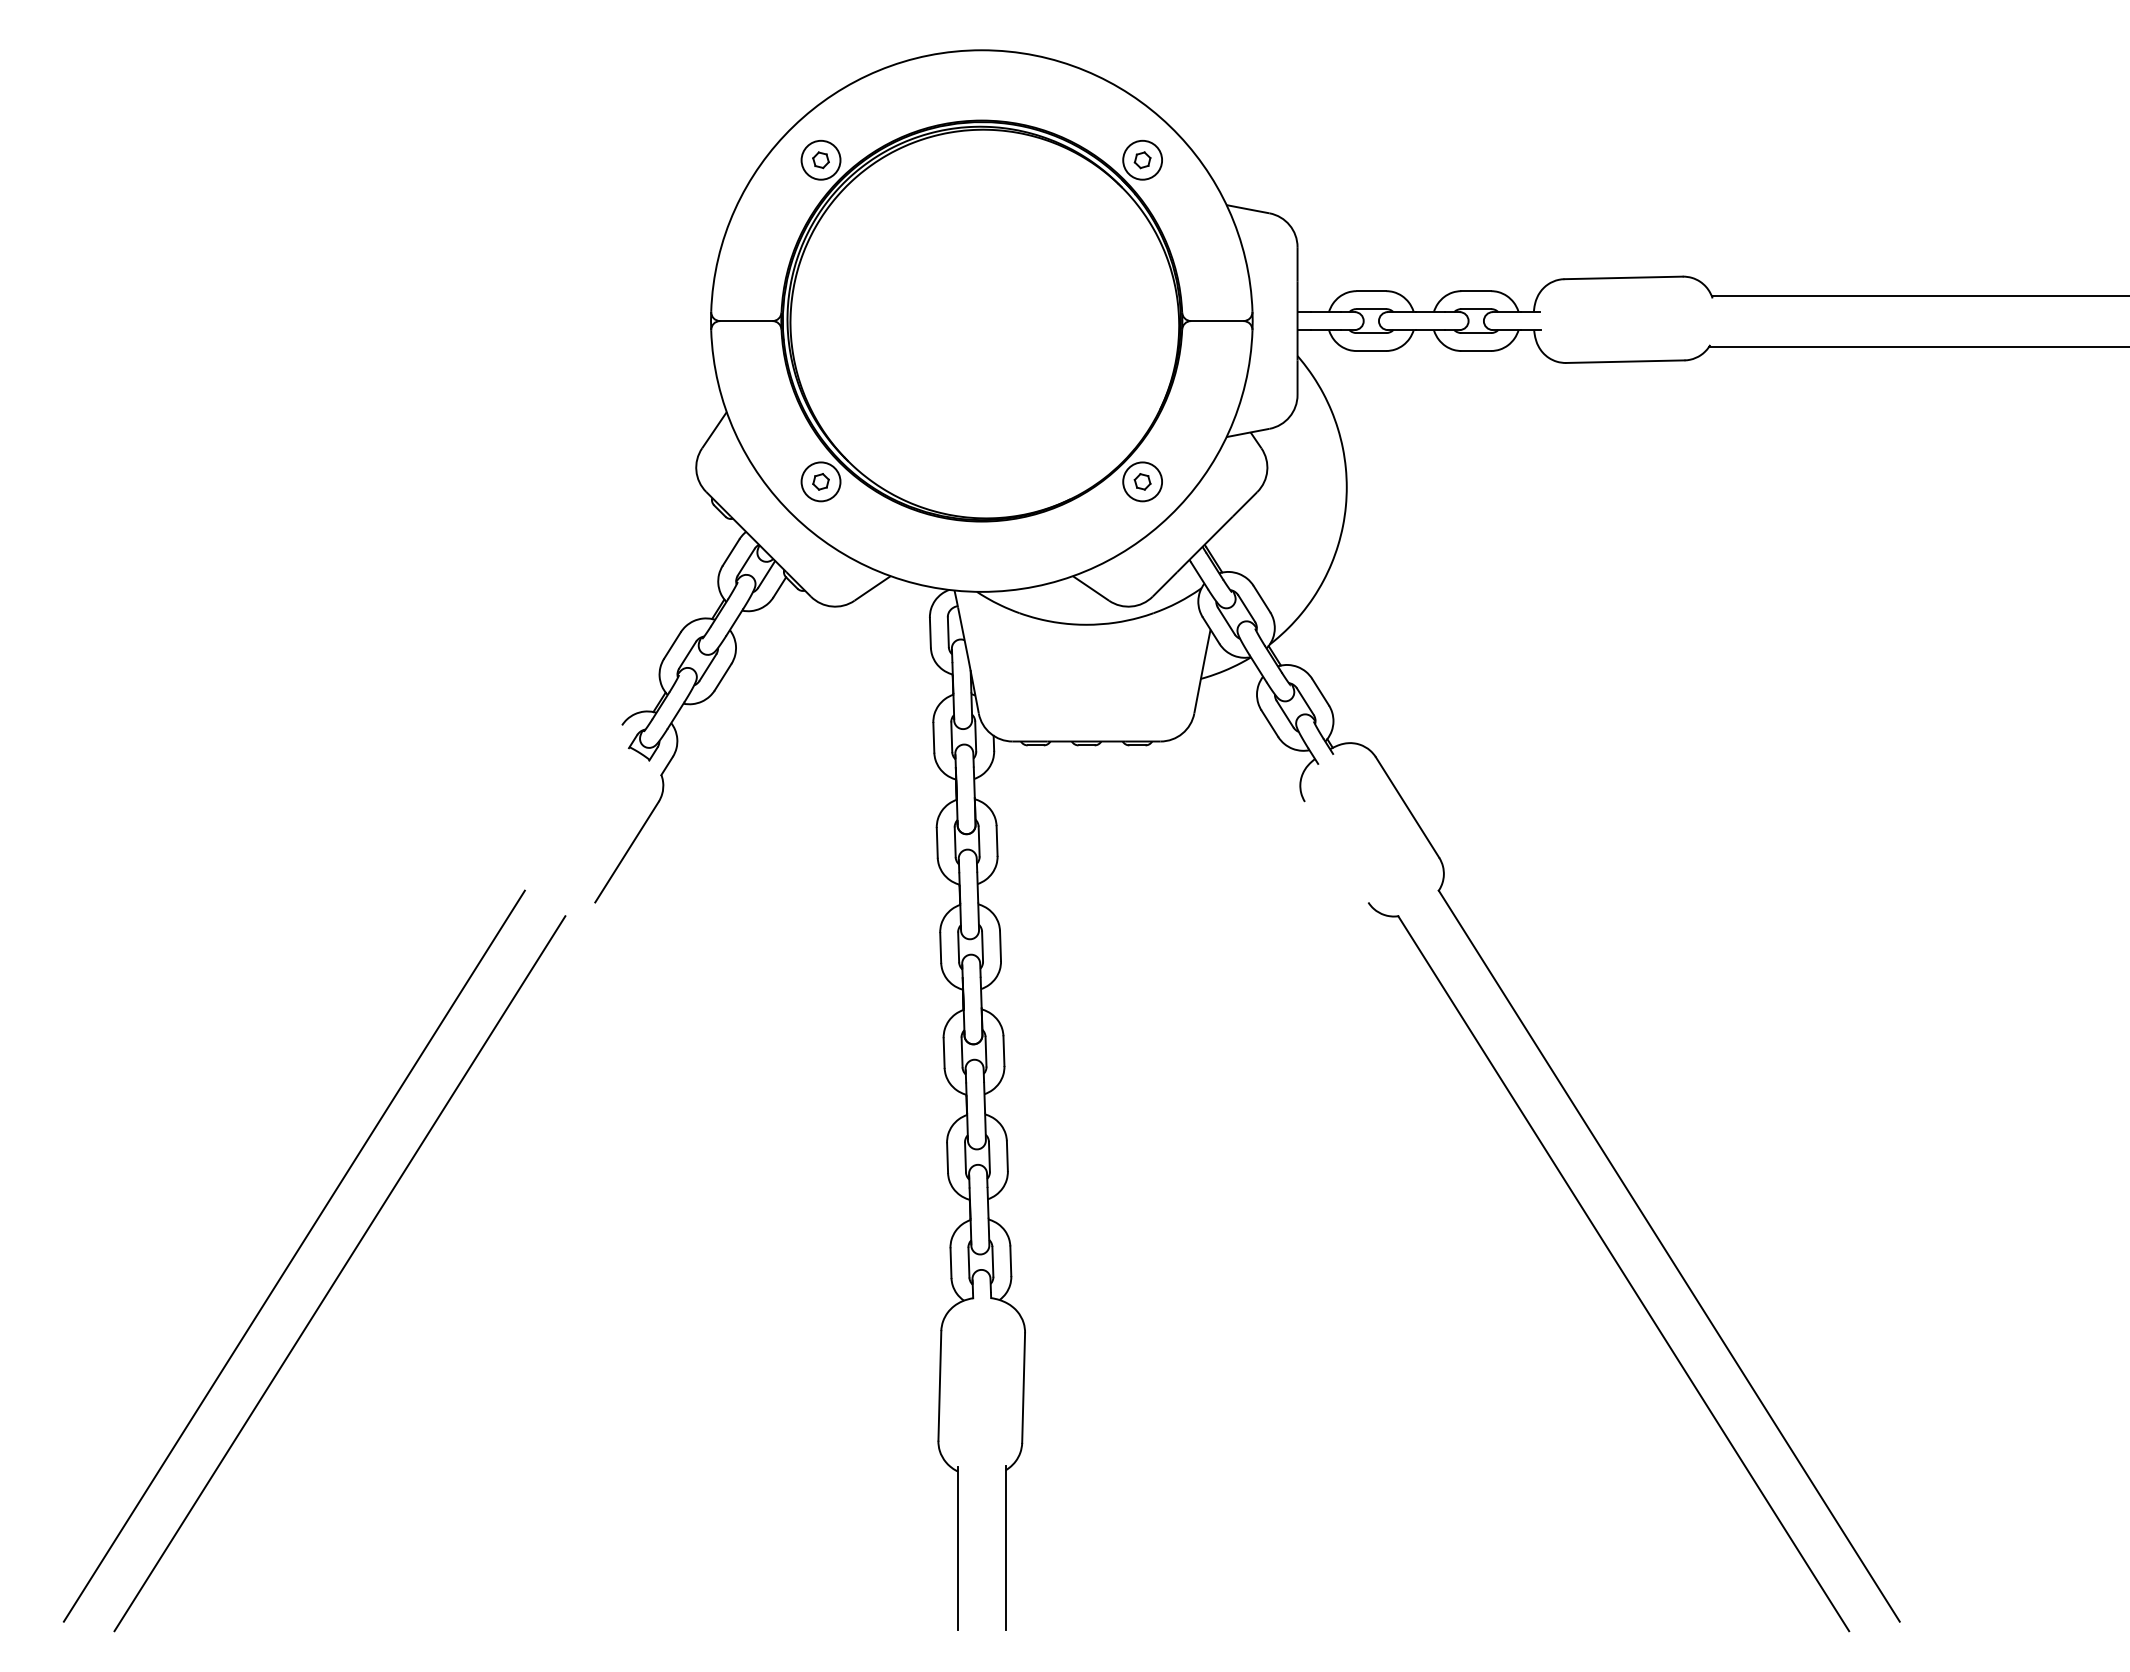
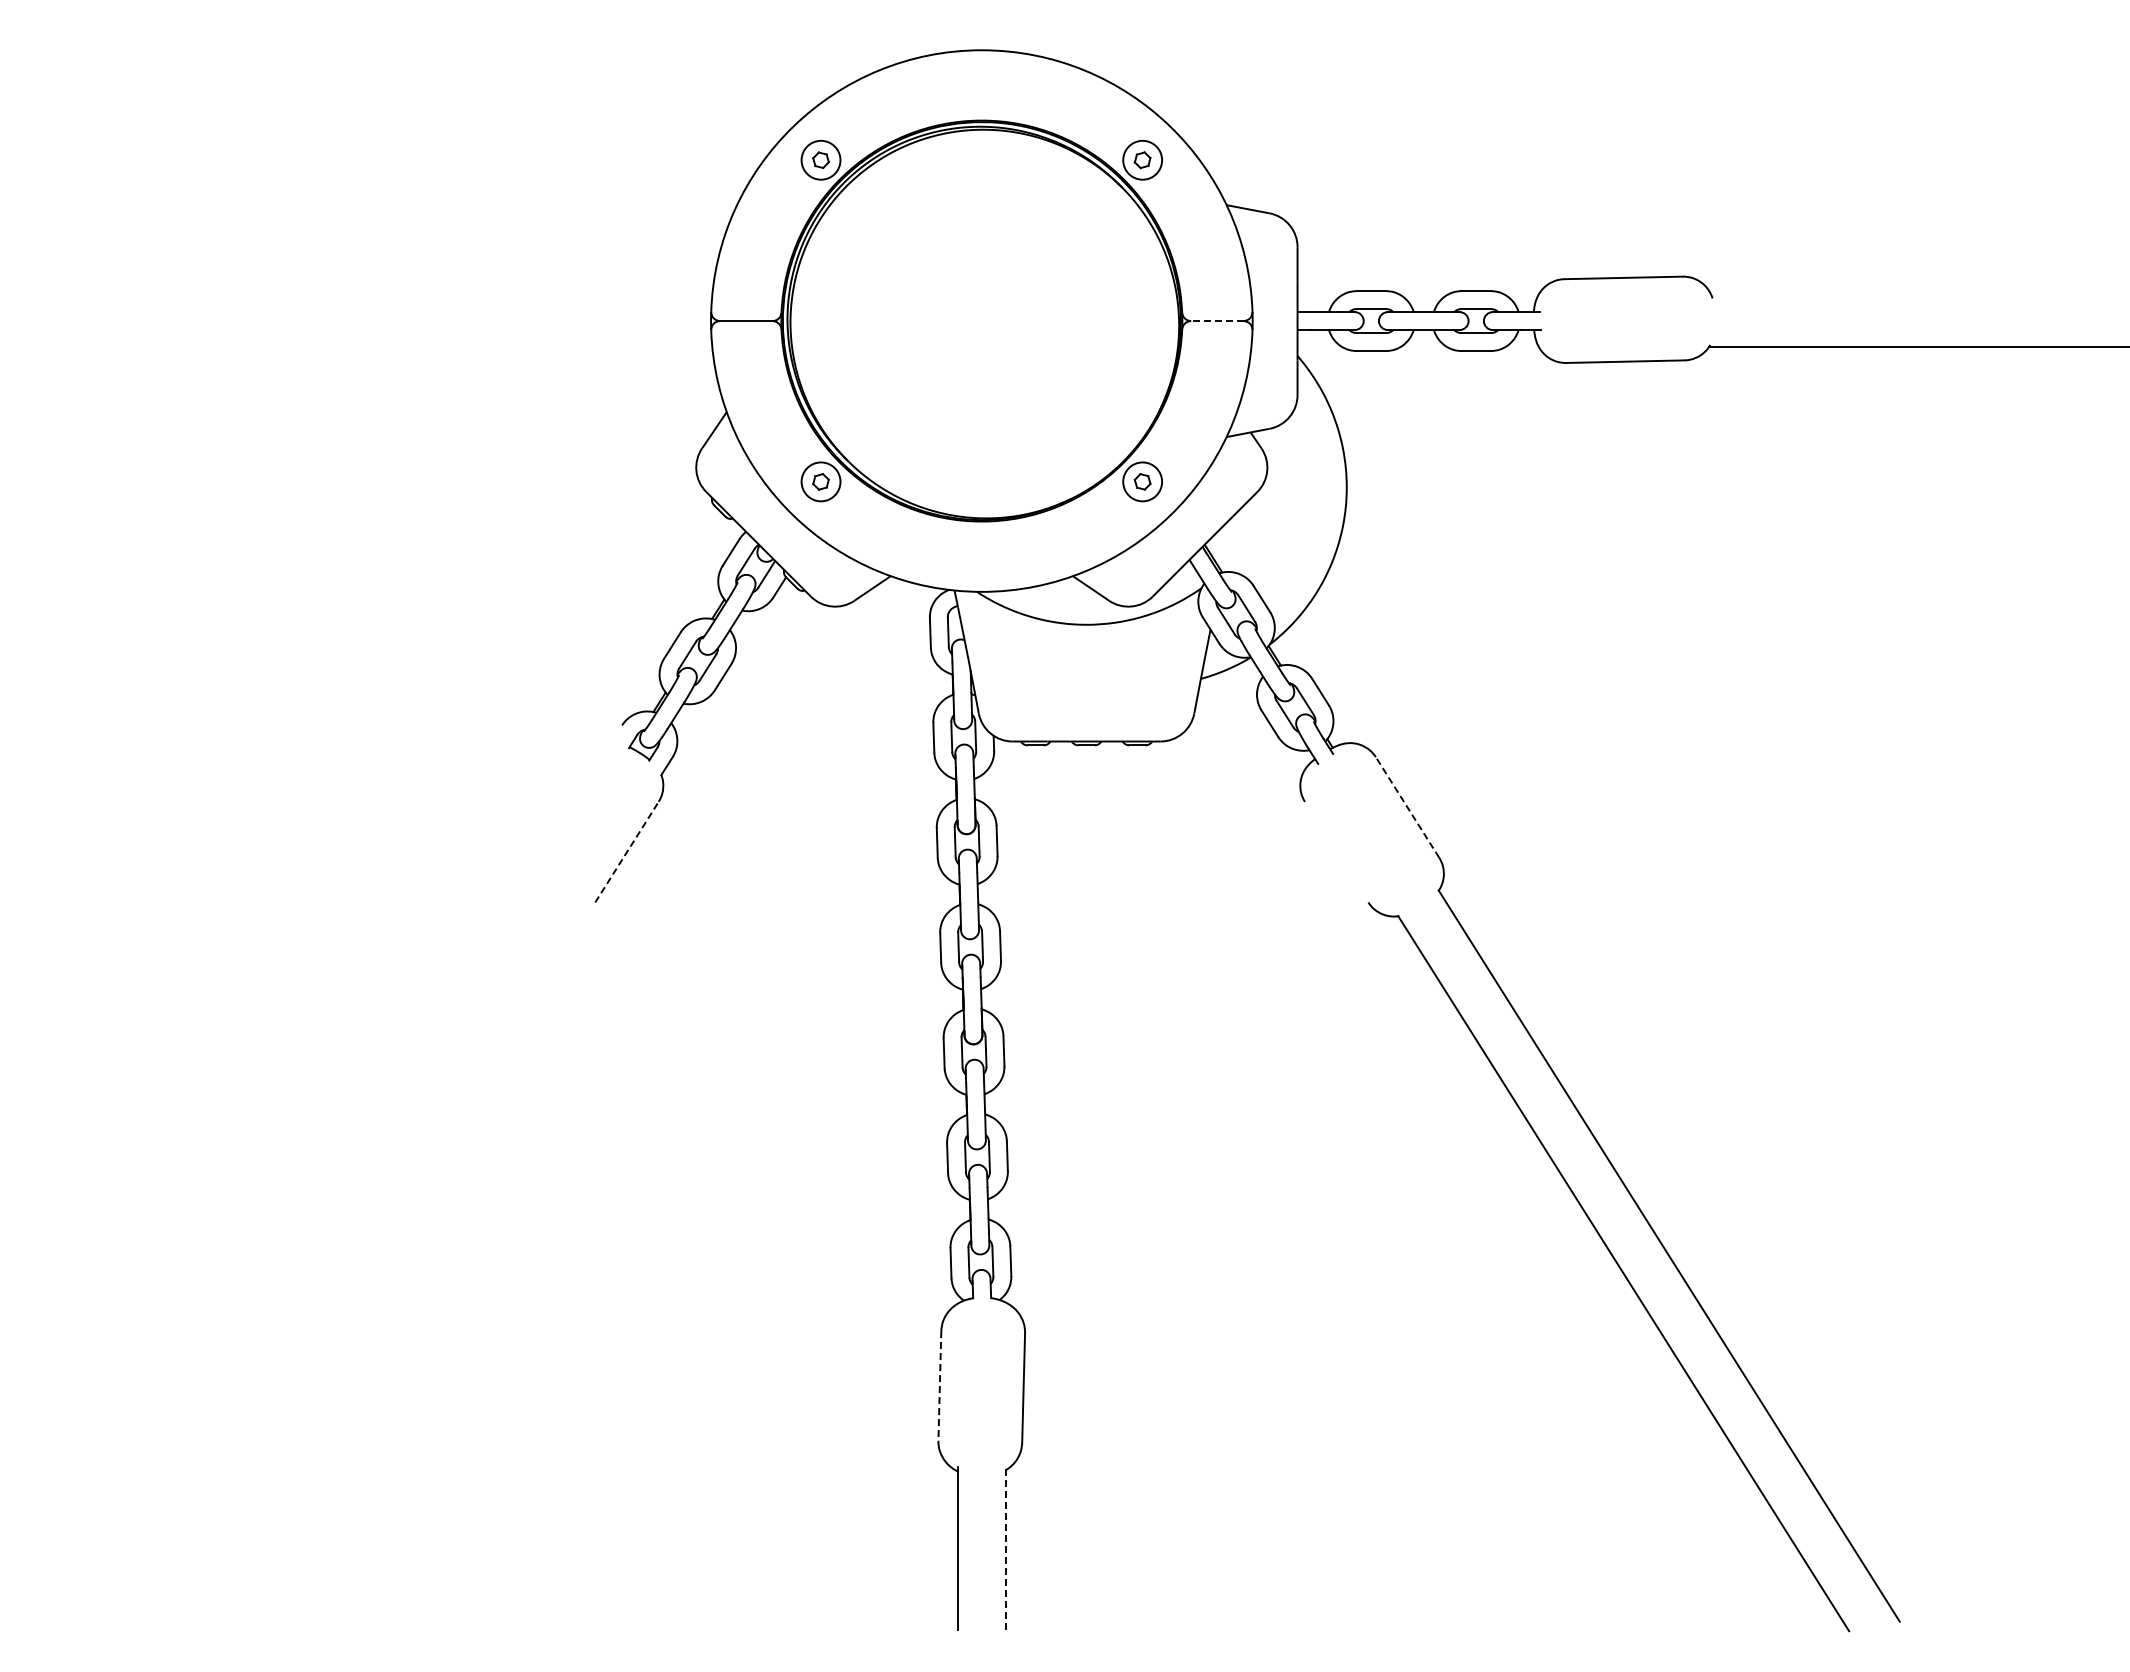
line at (1918, 295): present -> none
line at (1216, 321): solid -> dashed
line at (1407, 807): solid -> dashed
line at (627, 851): solid -> dashed
line at (293, 1255): present -> none
line at (339, 1273): present -> none
line at (939, 1385): solid -> dashed
line at (1005, 1548): solid -> dashed
